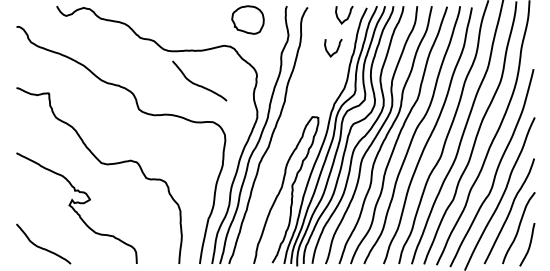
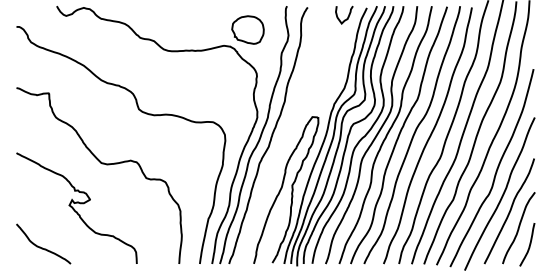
part at (247, 19) position: (247, 19) -> (247, 29)
curve at (336, 49): present -> none
curve at (198, 84): present -> none
